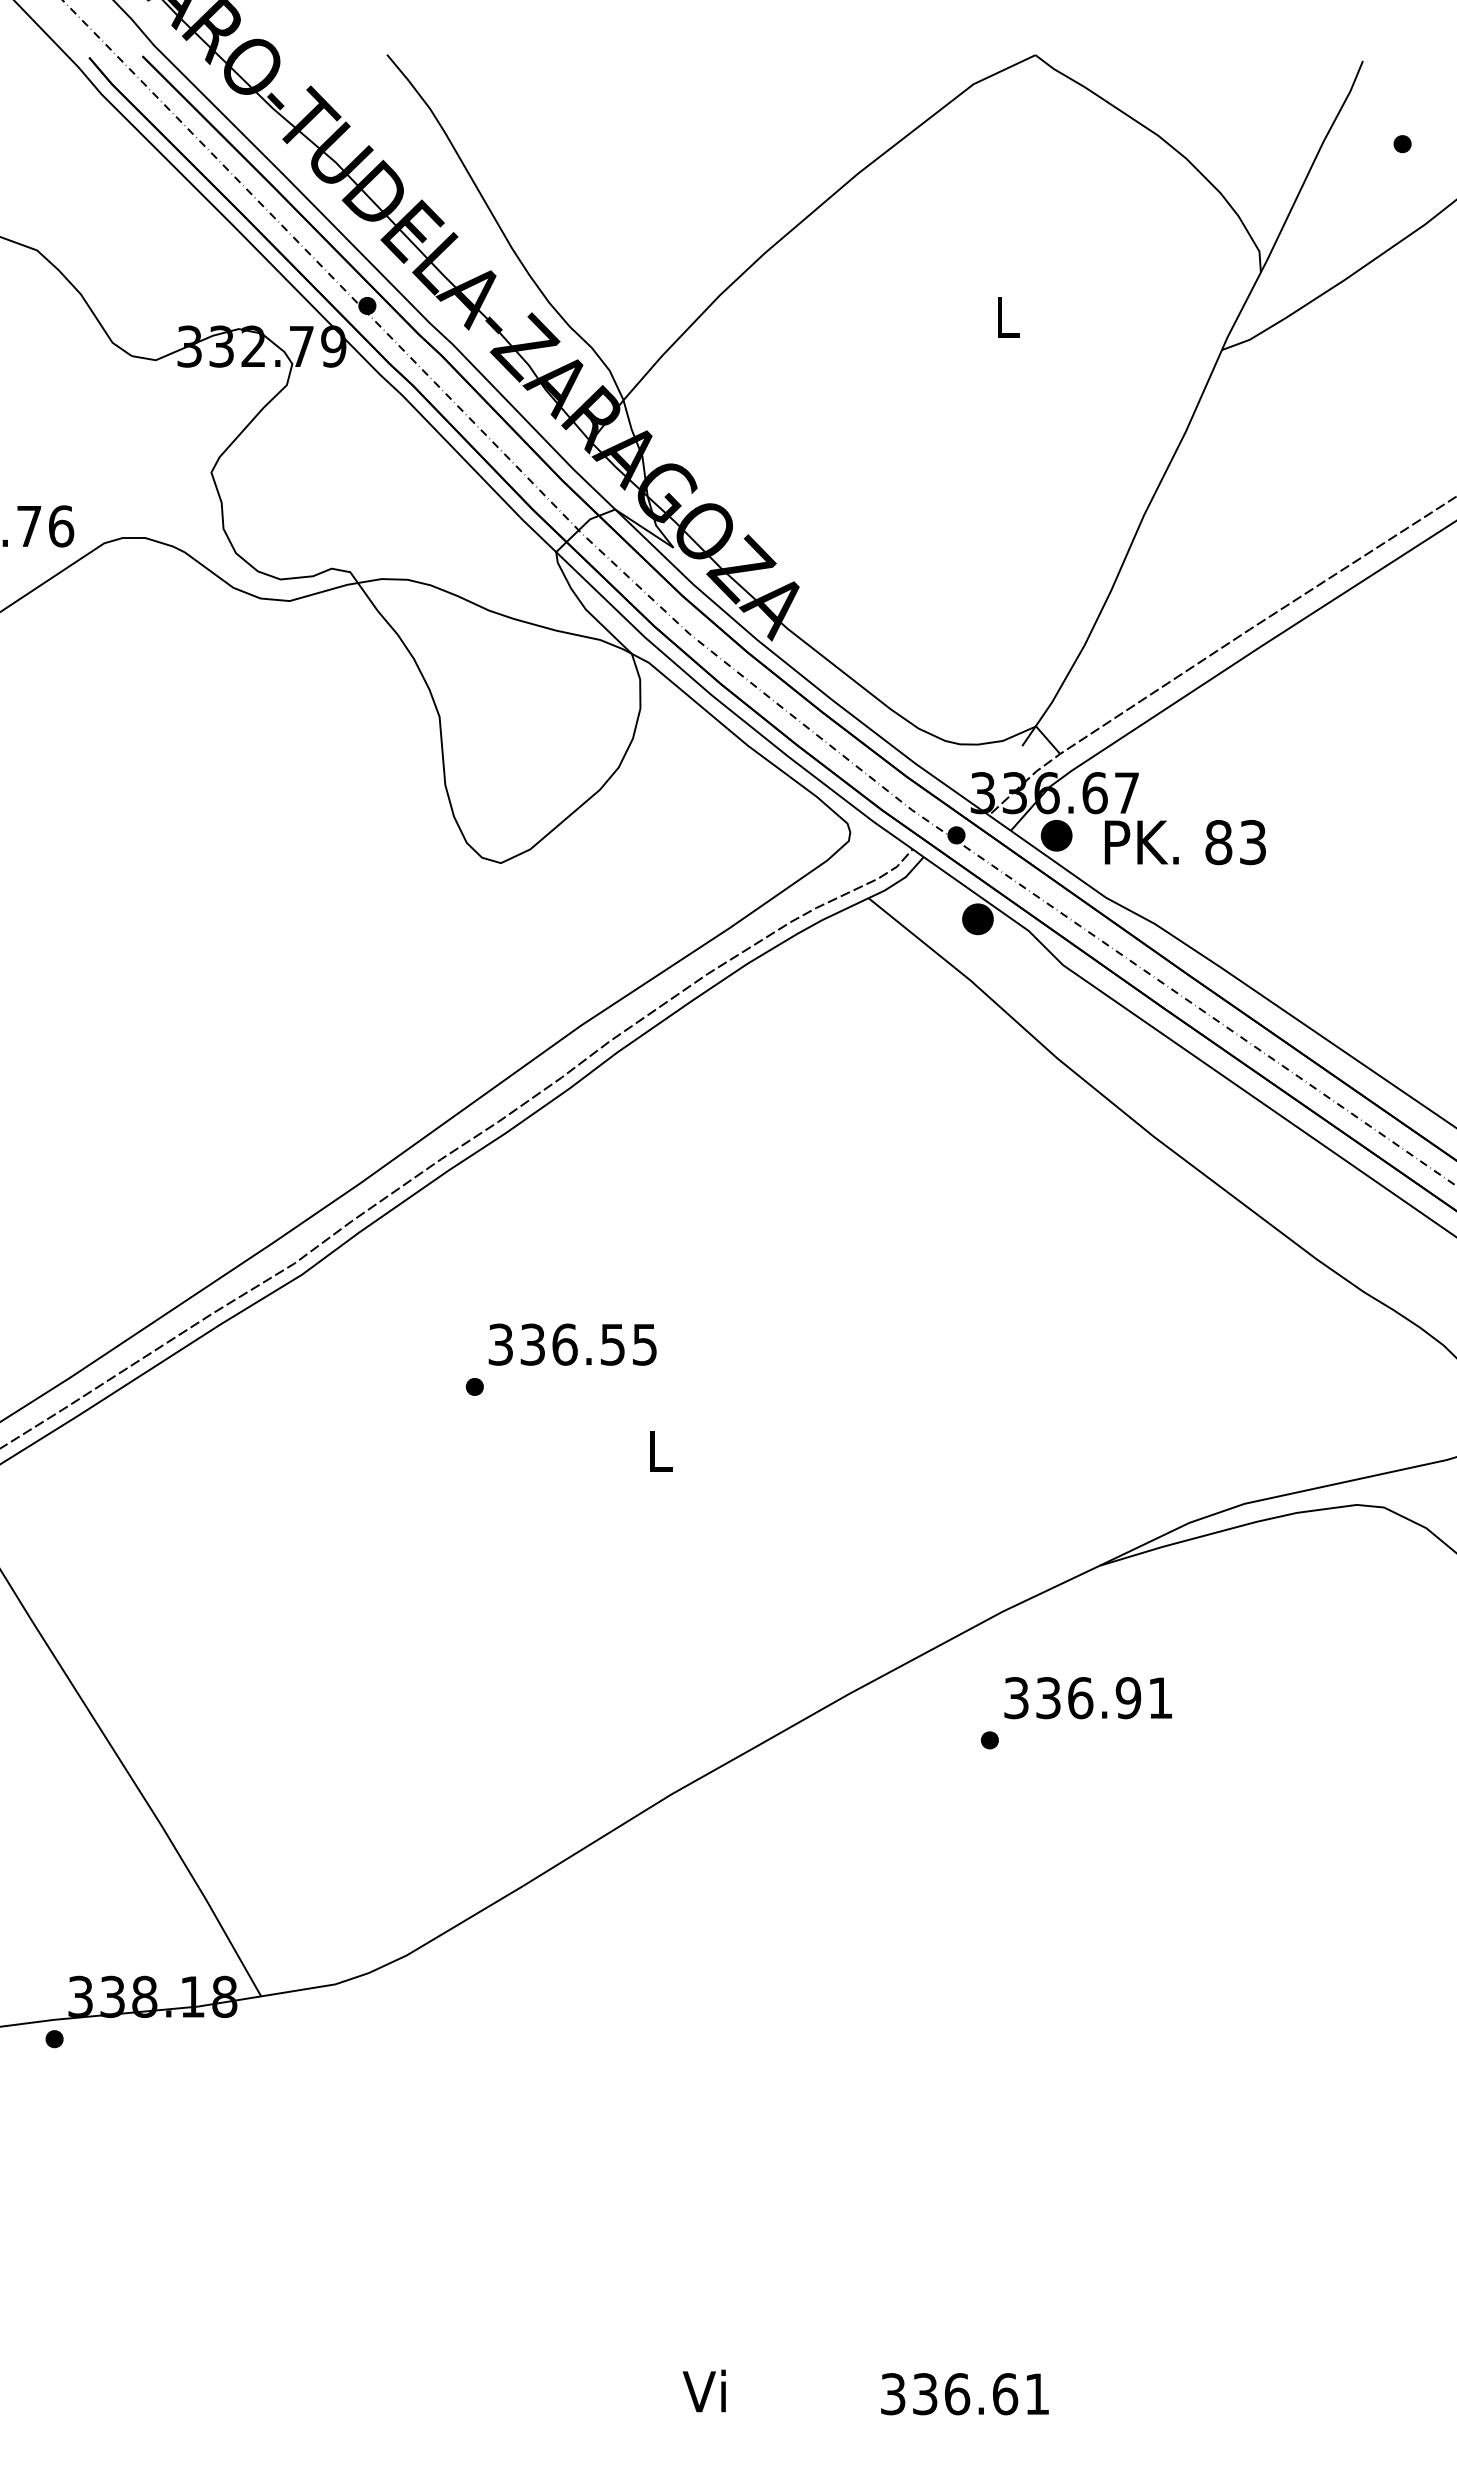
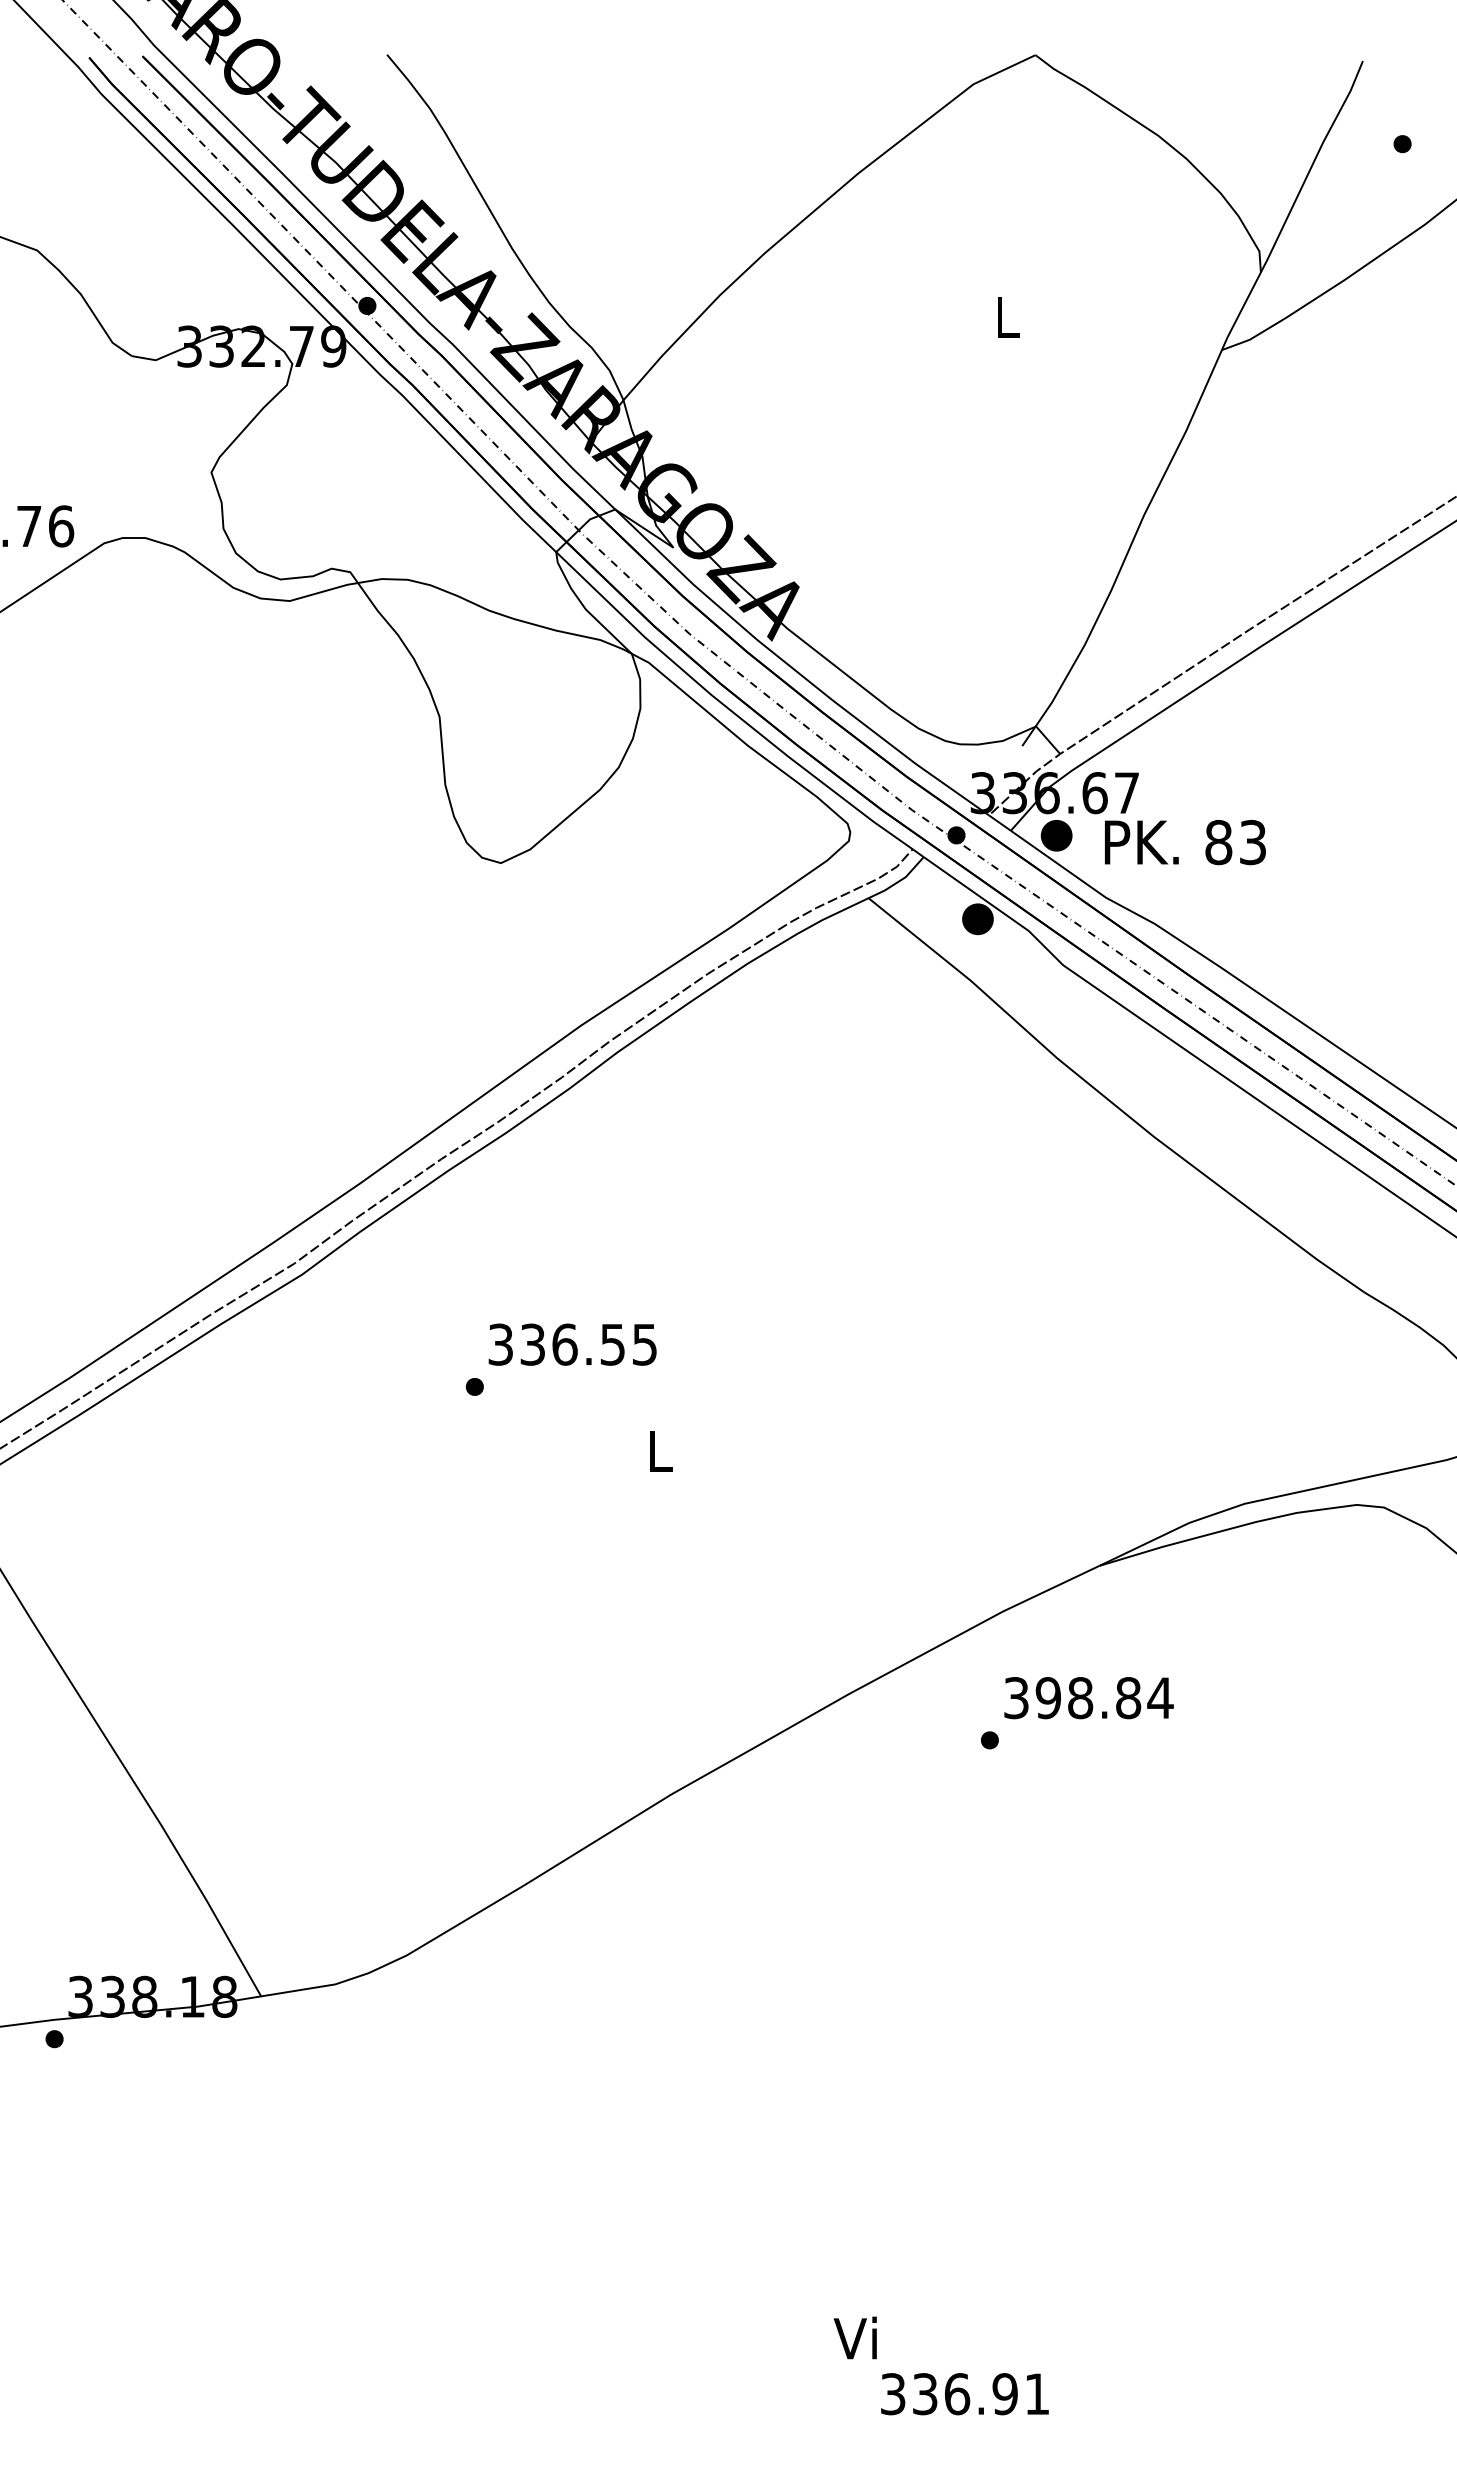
text at (1104, 1698): 336.91 -> 398.84
text at (703, 2390) position: (703, 2390) -> (854, 2337)
text at (1005, 2394): 336.61 -> 336.91
